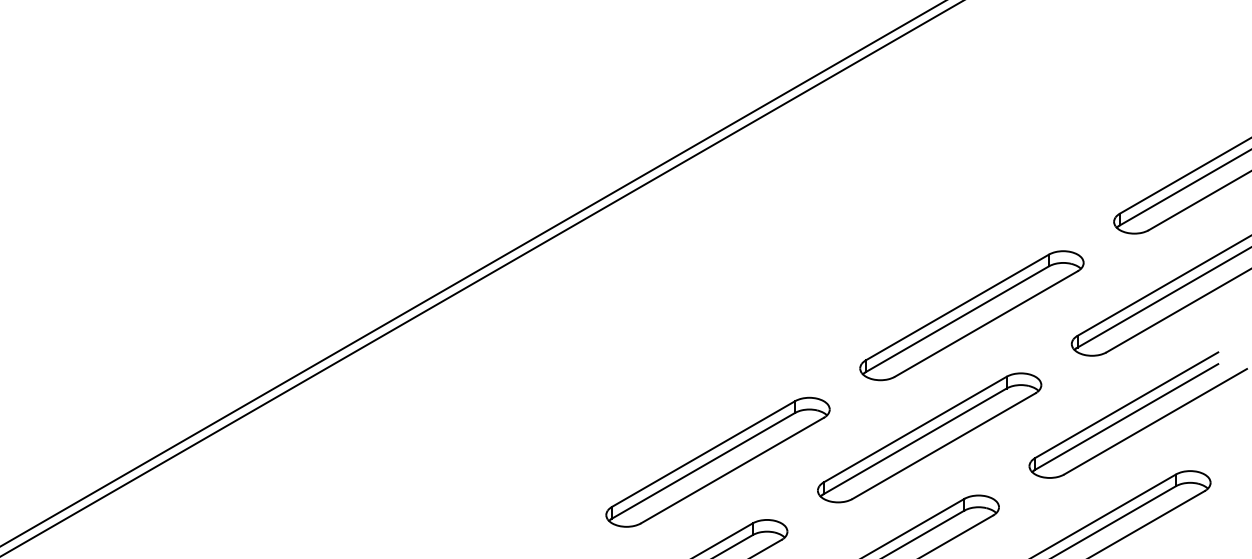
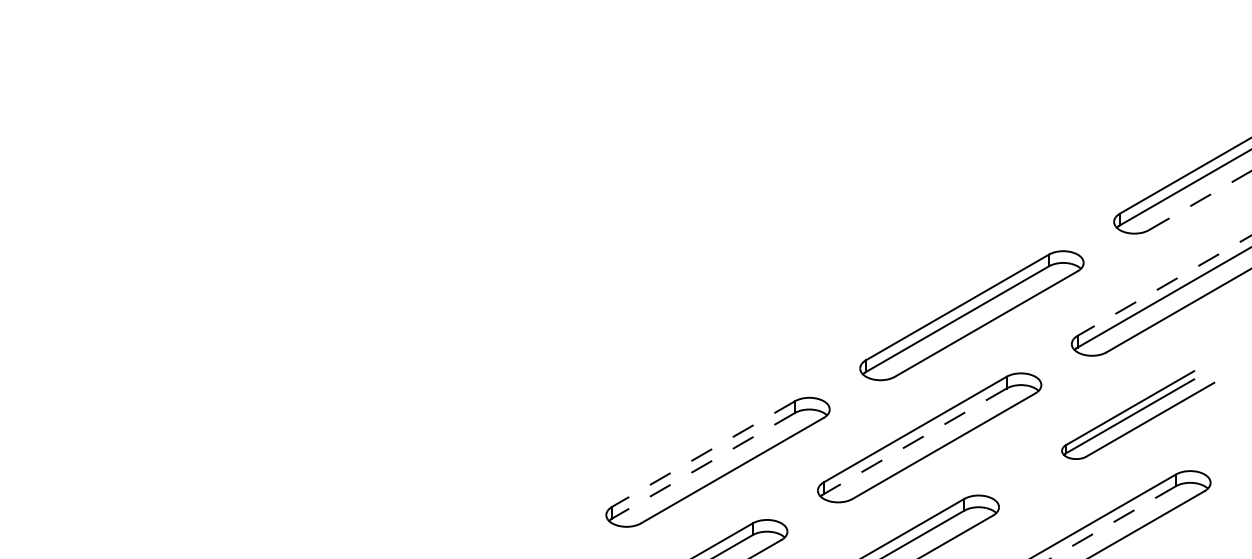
line at (1200, 200): solid -> dashed
line at (472, 273): present -> none
line at (481, 278): present -> none
line at (1164, 285): solid -> dashed
part at (1137, 414) size: 220x128 px -> 155x90 px
line at (915, 441): solid -> dashed
line at (703, 454): solid -> dashed
line at (703, 465): solid -> dashed
line at (1112, 522): solid -> dashed
